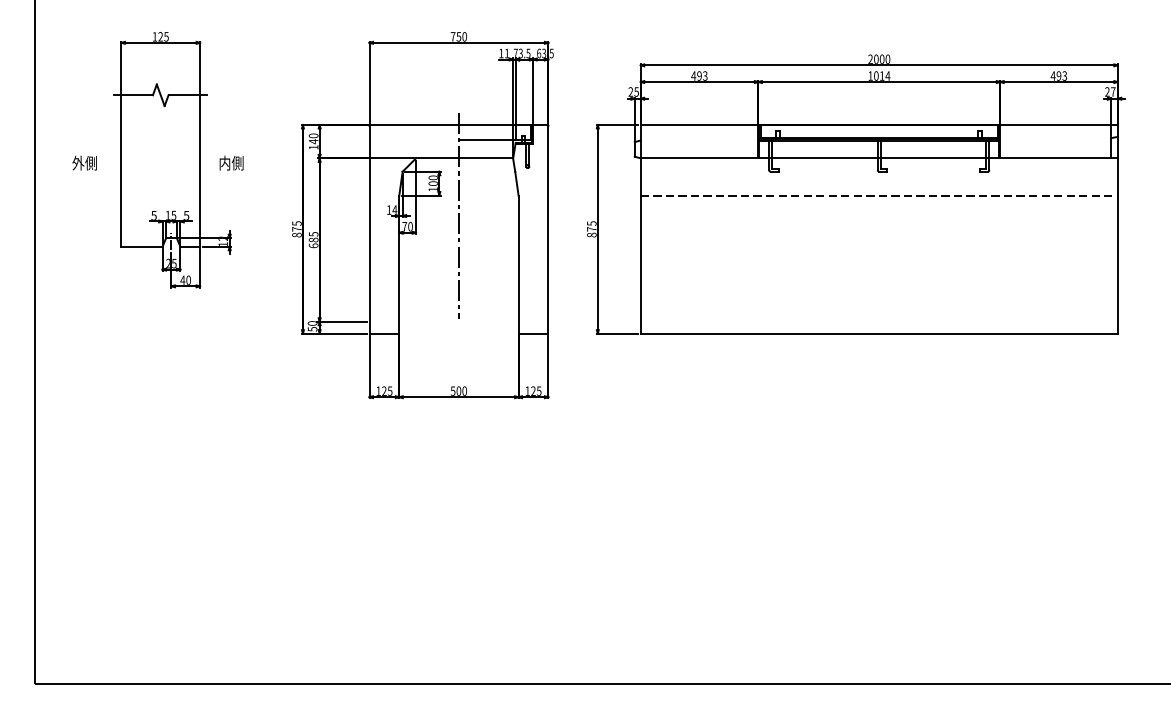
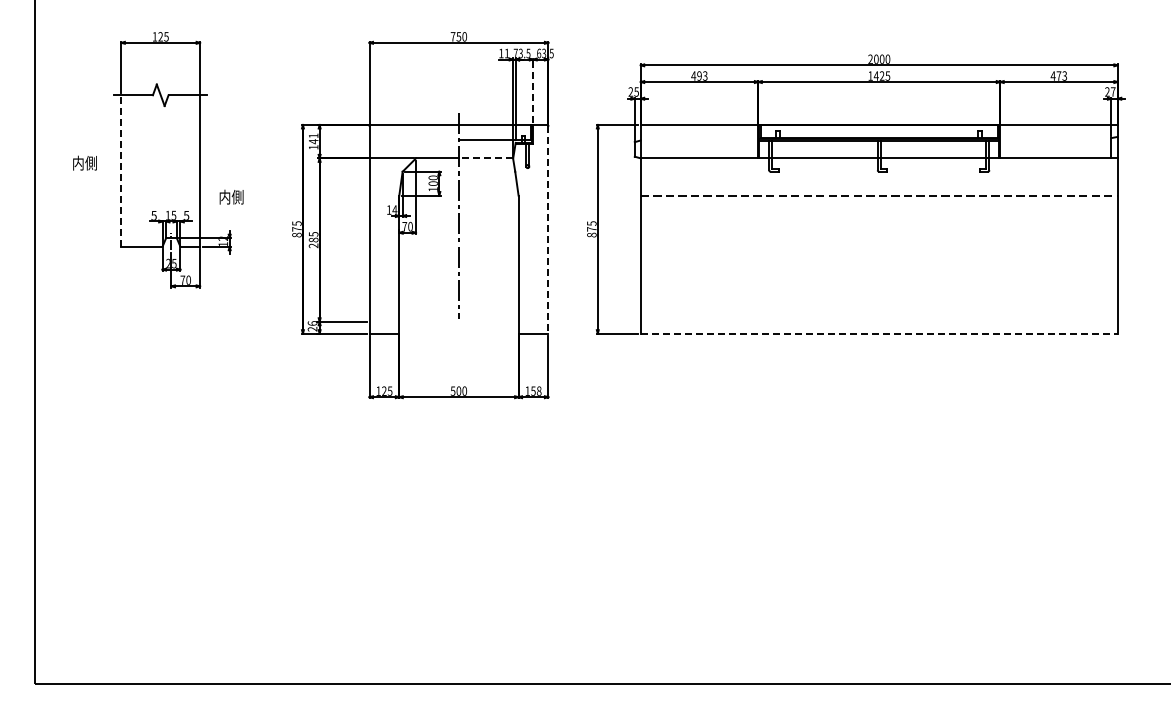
text at (881, 75): 1014 -> 1425
text at (1058, 75): 493 -> 473
line at (533, 89): solid -> dashed
text at (313, 135): 140 -> 141
line at (485, 158): solid -> dashed
text at (78, 162): 外側 -> 内側
text at (231, 162) position: (231, 162) -> (231, 196)
line at (121, 171): solid -> dashed
line at (548, 229): solid -> dashed
text at (313, 245): 685 -> 285
text at (182, 279): 40 -> 70
text at (312, 326): 50 -> 26
line at (879, 333): solid -> dashed
text at (536, 390): 125 -> 158
